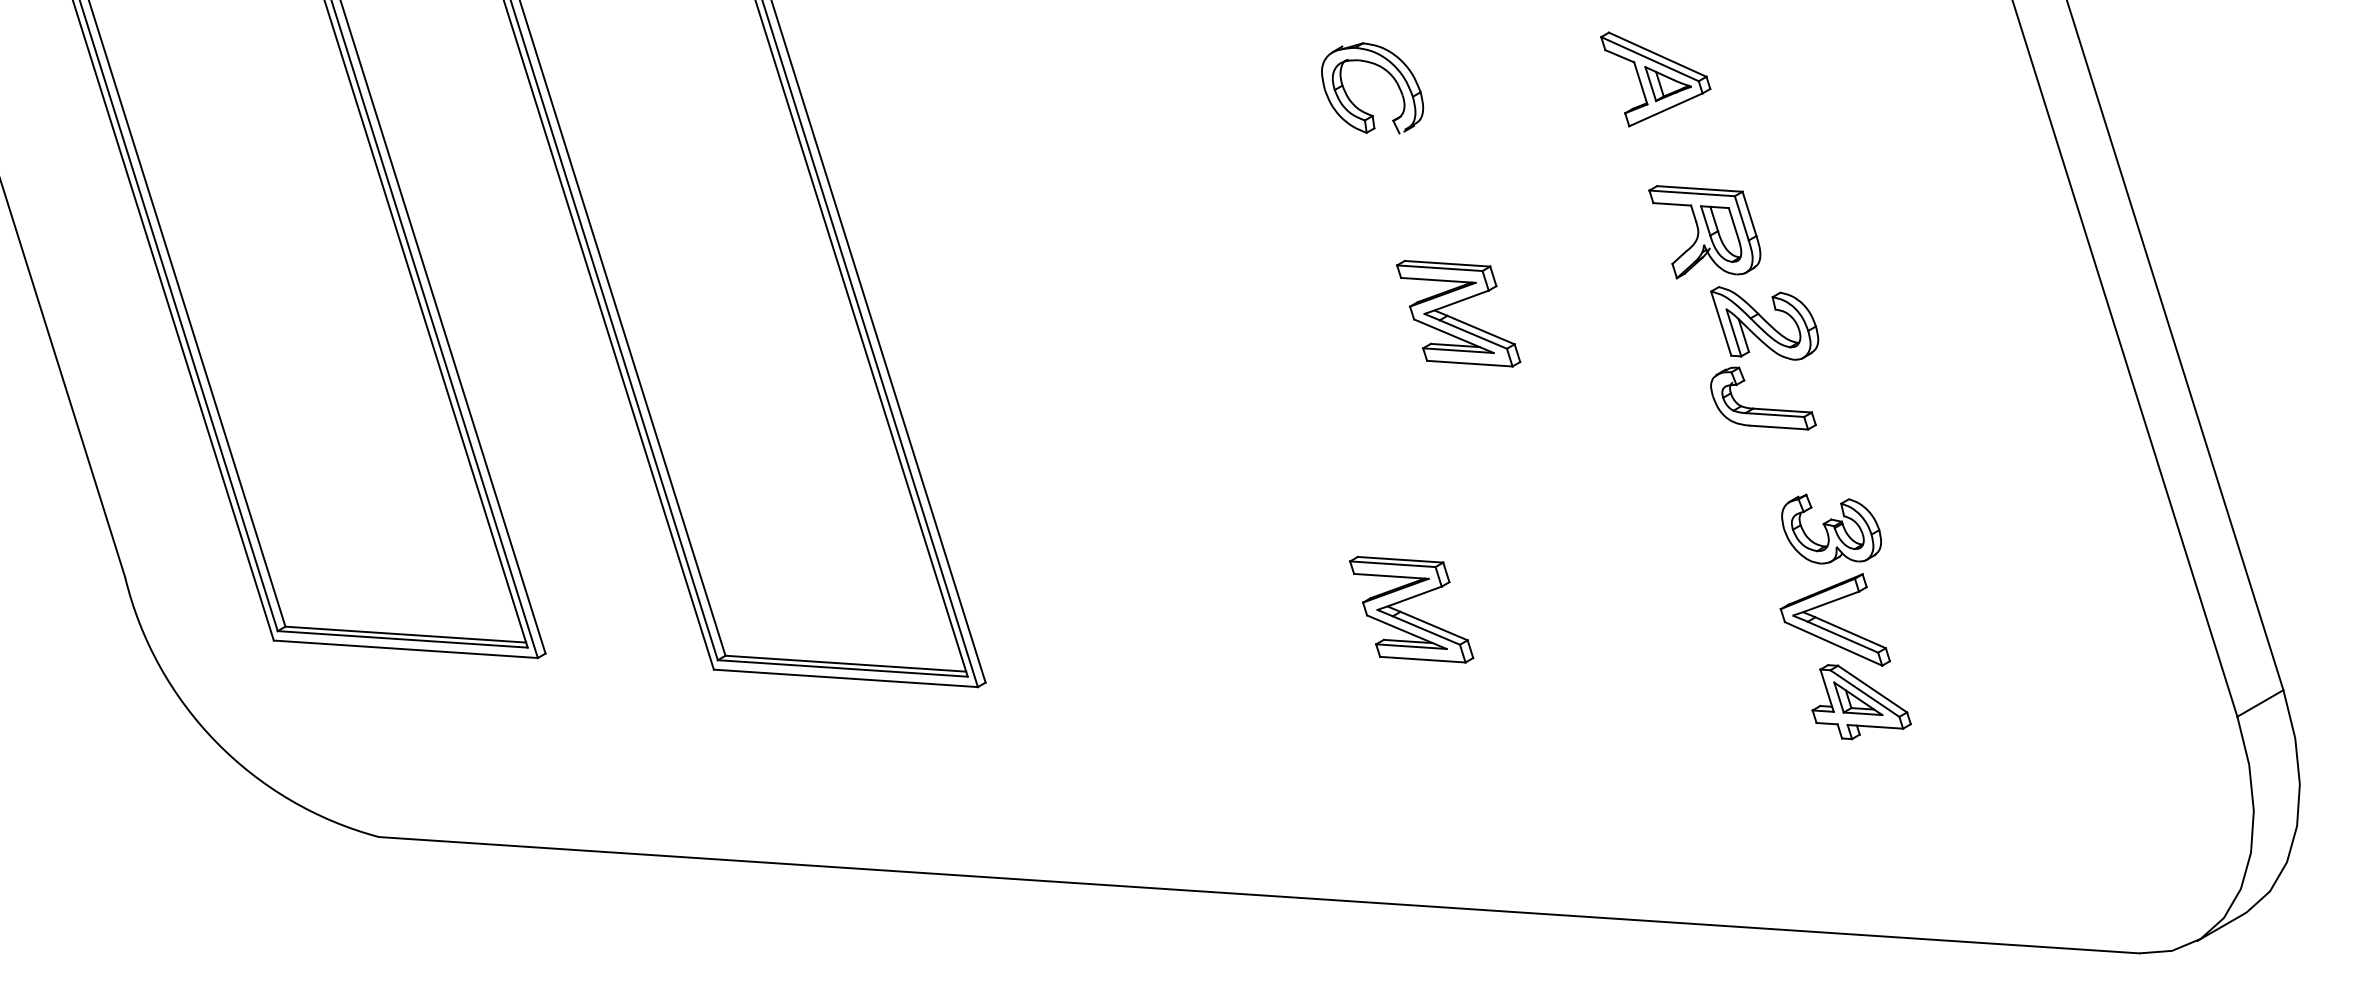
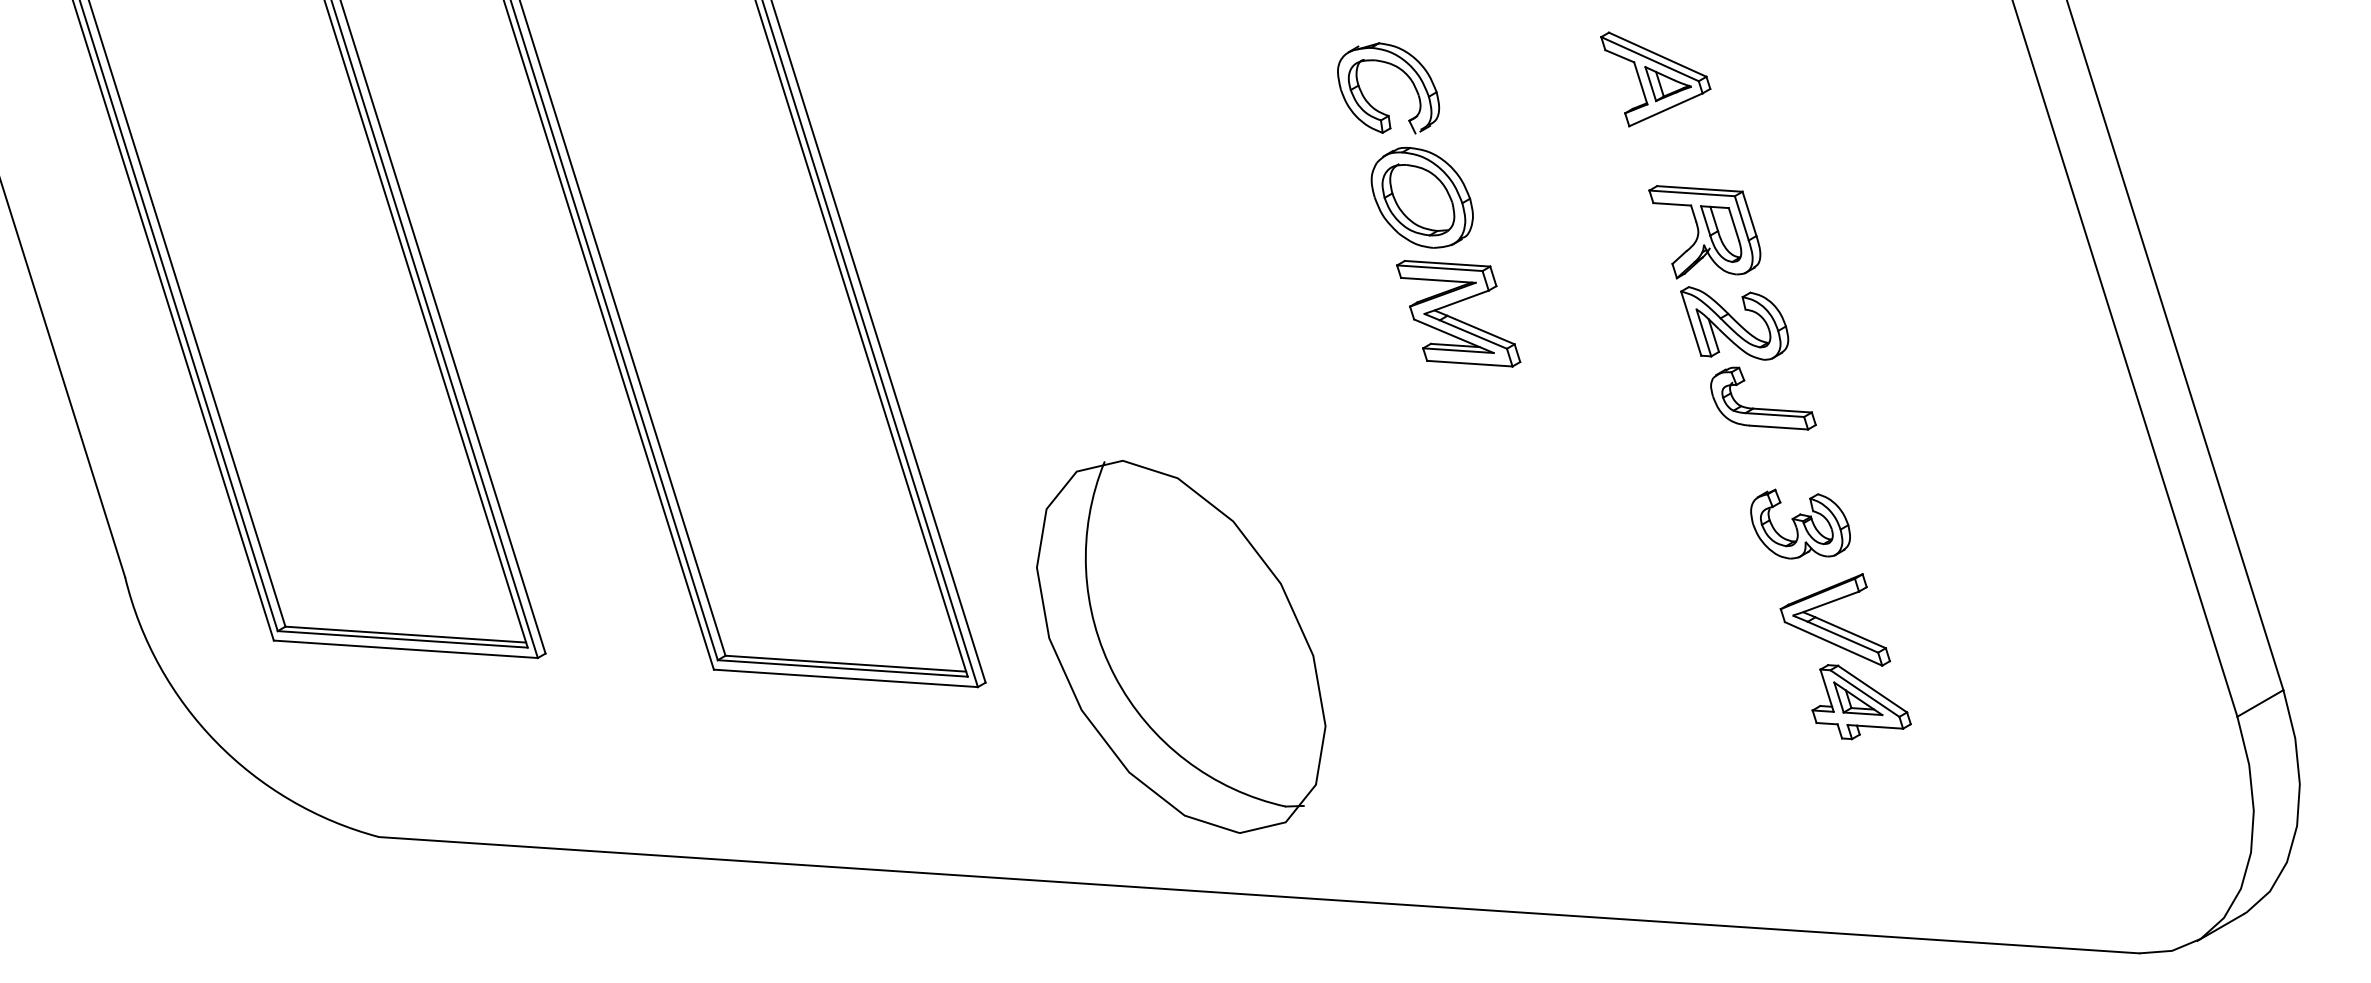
part at (1384, 70) position: (1384, 70) -> (1400, 70)
part at (1421, 197): none -> present
part at (1764, 323) position: (1764, 323) -> (1734, 323)
part at (1831, 528) position: (1831, 528) -> (1800, 523)
part at (1411, 609): present -> none
part at (1181, 646): none -> present
